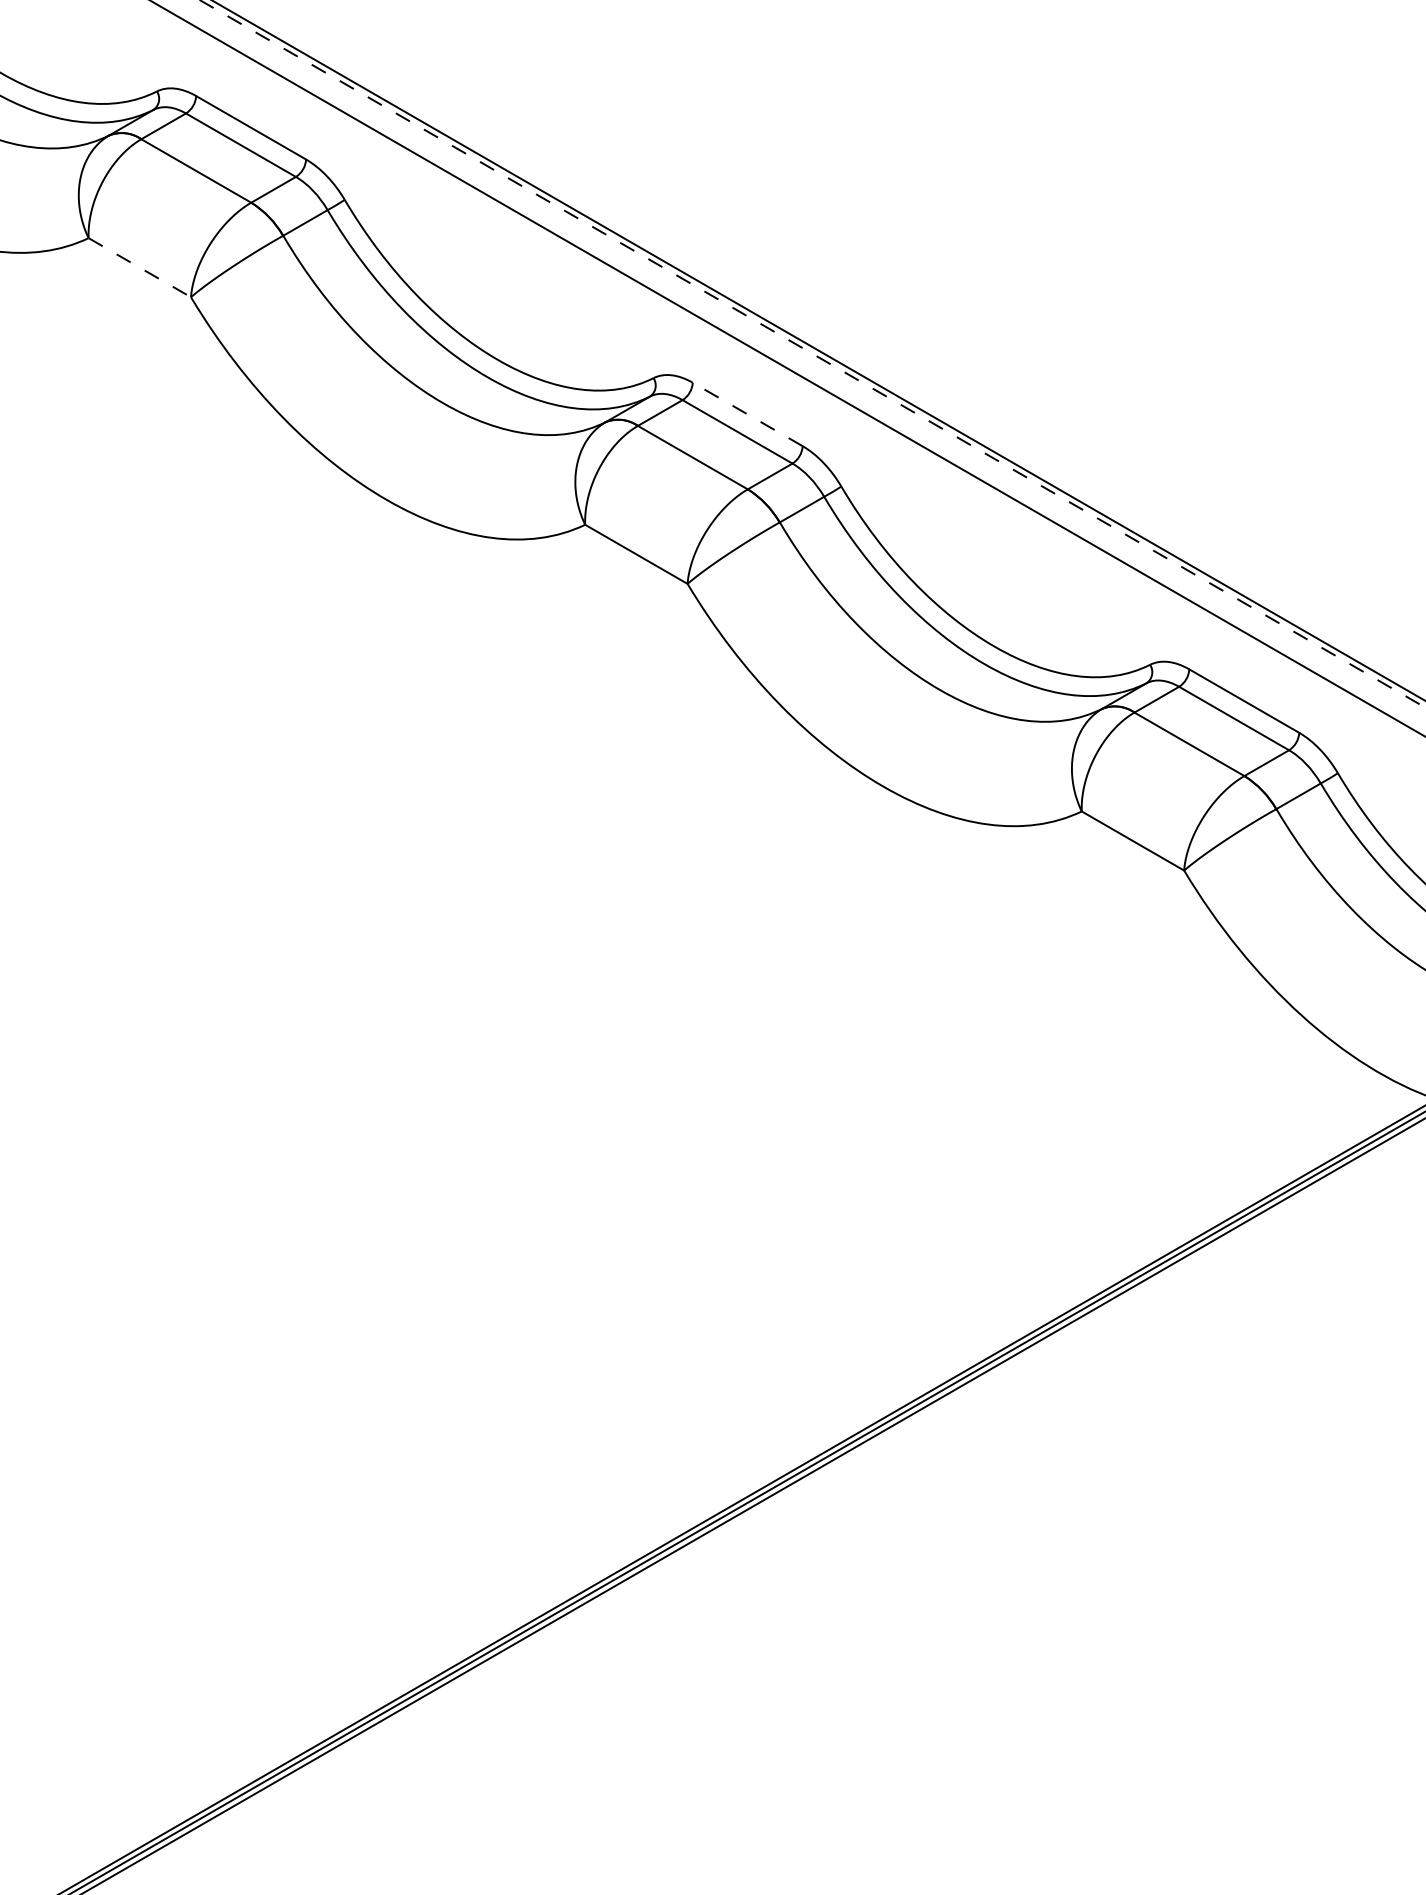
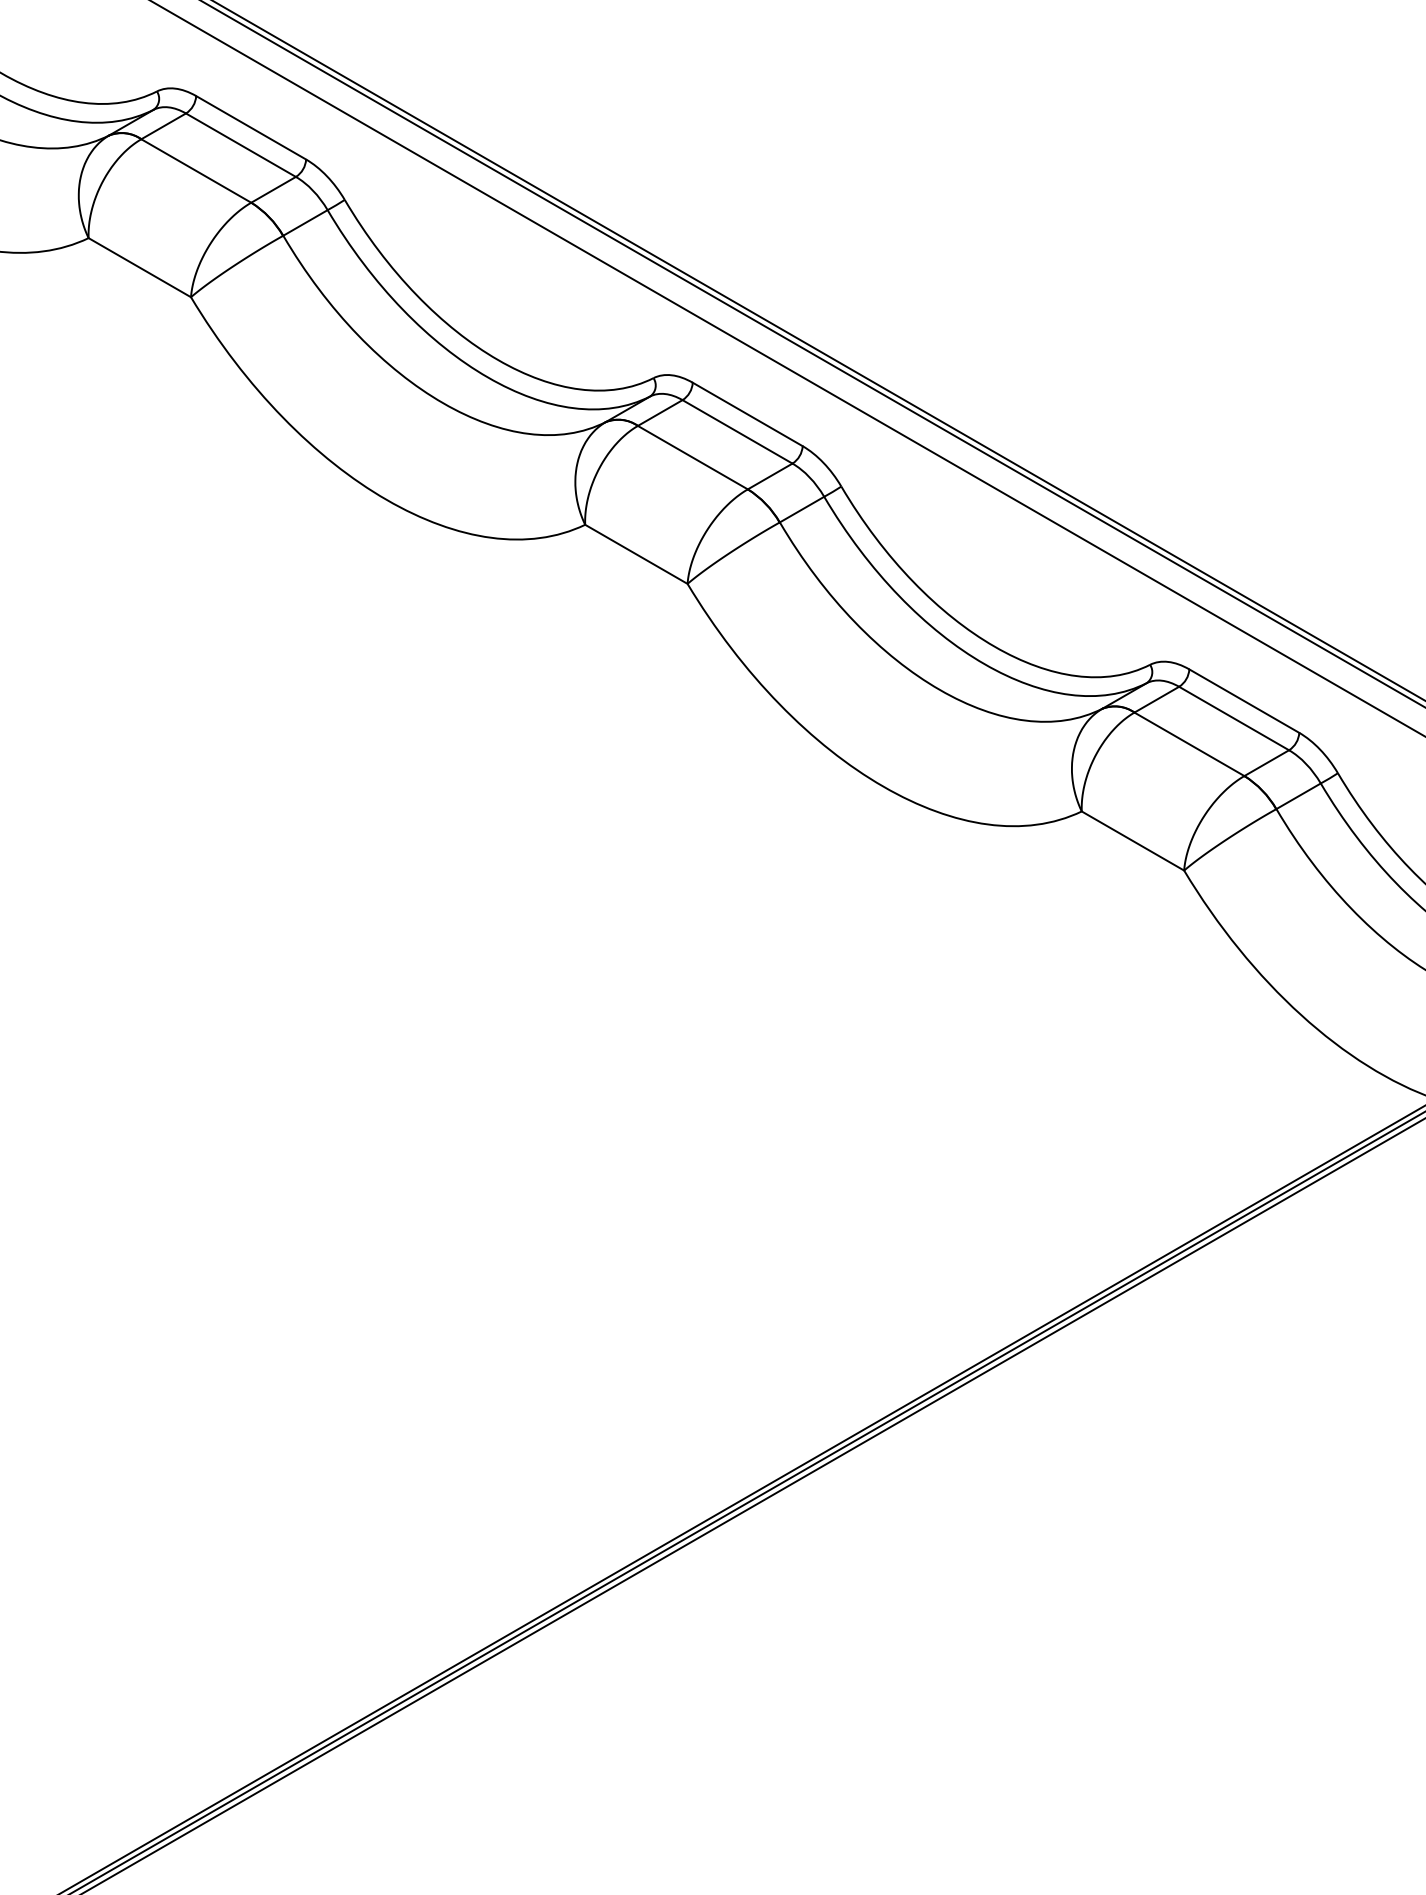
line at (140, 267): dashed -> solid
line at (812, 353): dashed -> solid
line at (747, 414): dashed -> solid
